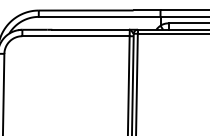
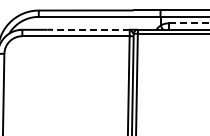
line at (189, 23): solid -> dashed
line at (91, 29): solid -> dashed
